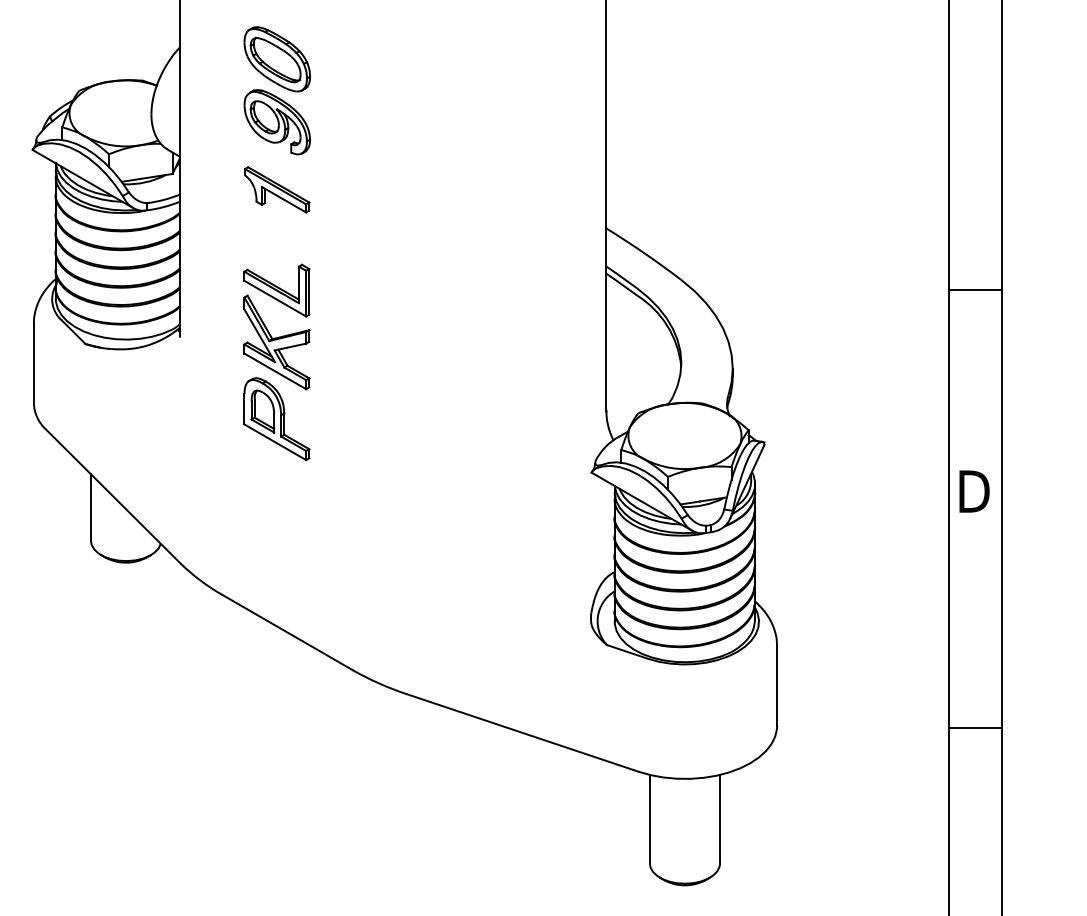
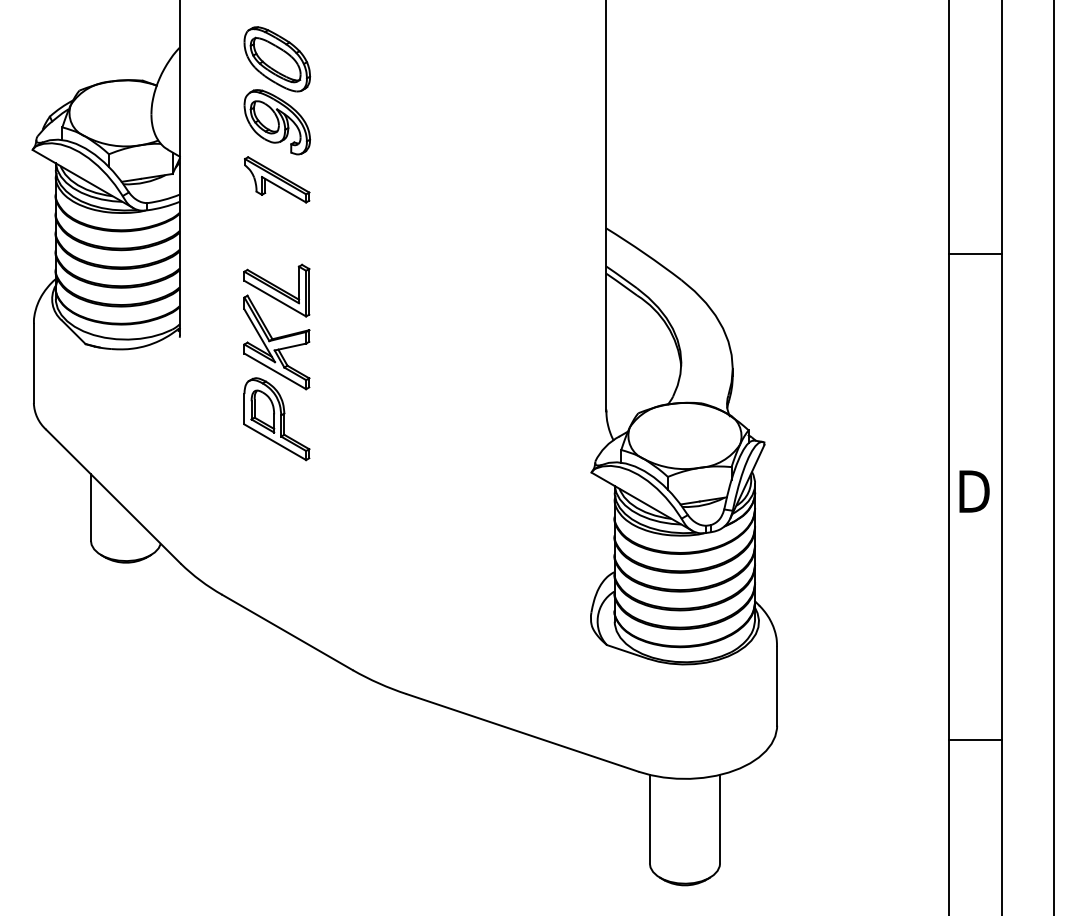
part at (277, 189) position: (277, 189) -> (277, 179)
line at (975, 289) position: (975, 289) -> (975, 253)
line at (1054, 457): none -> present
line at (975, 728) position: (975, 728) -> (975, 740)
